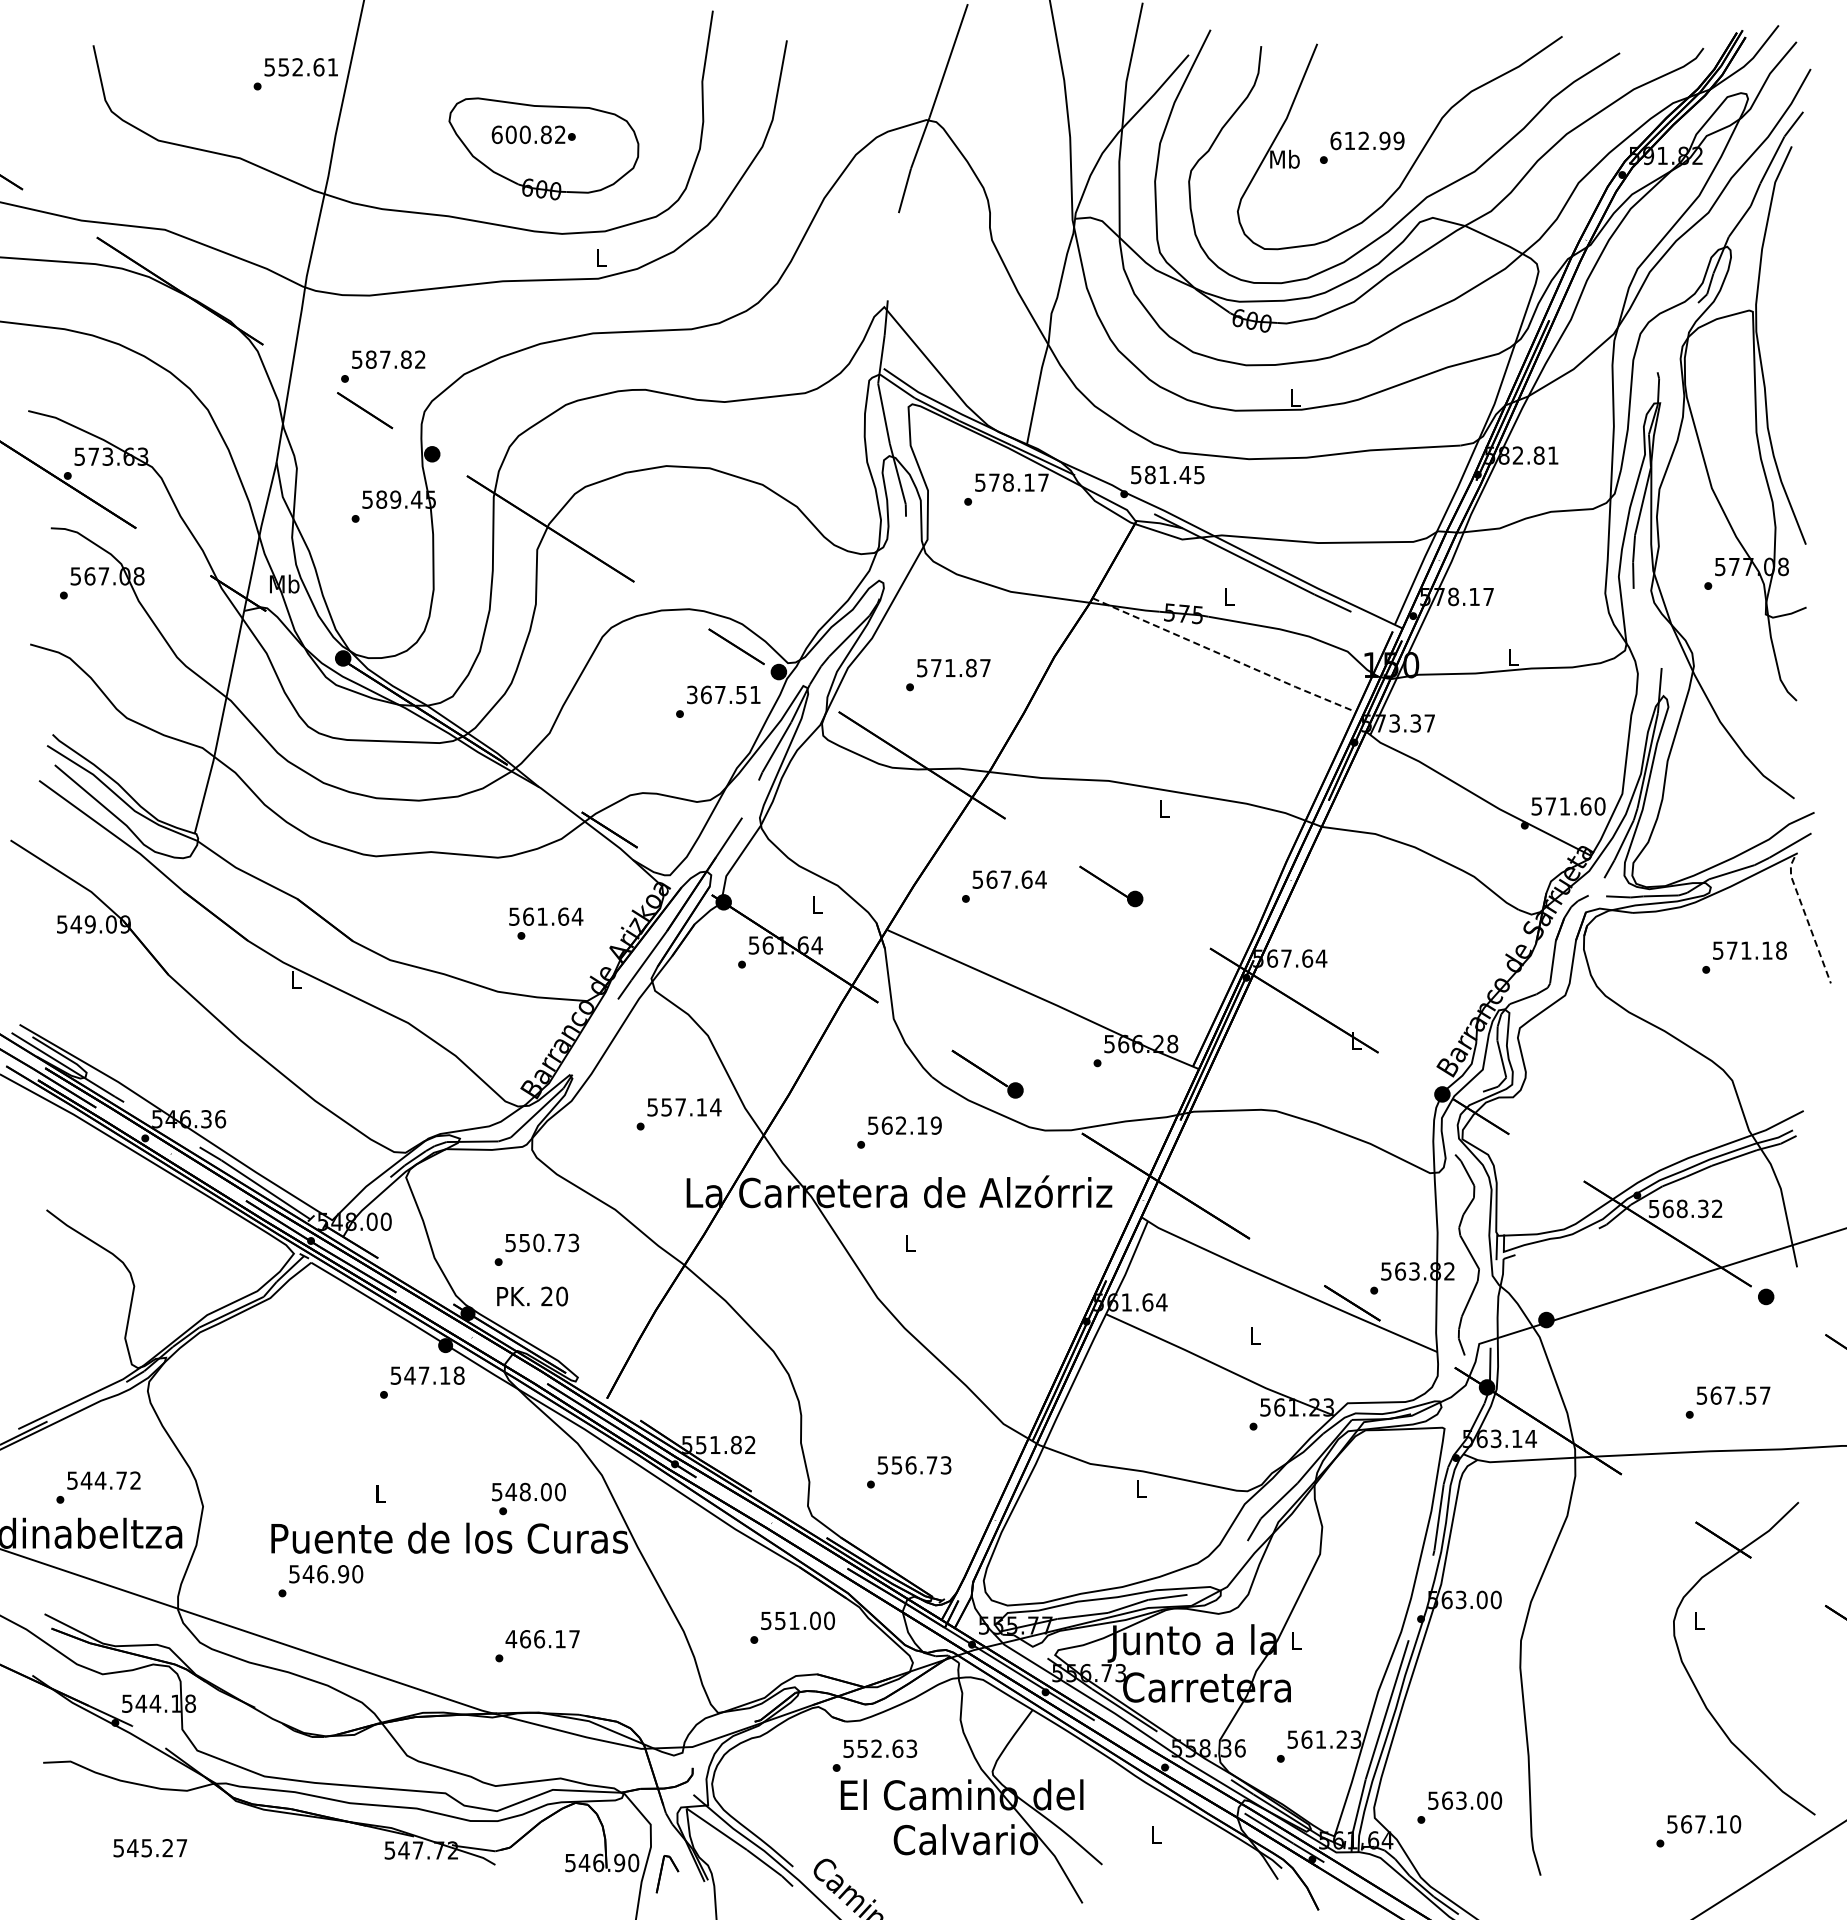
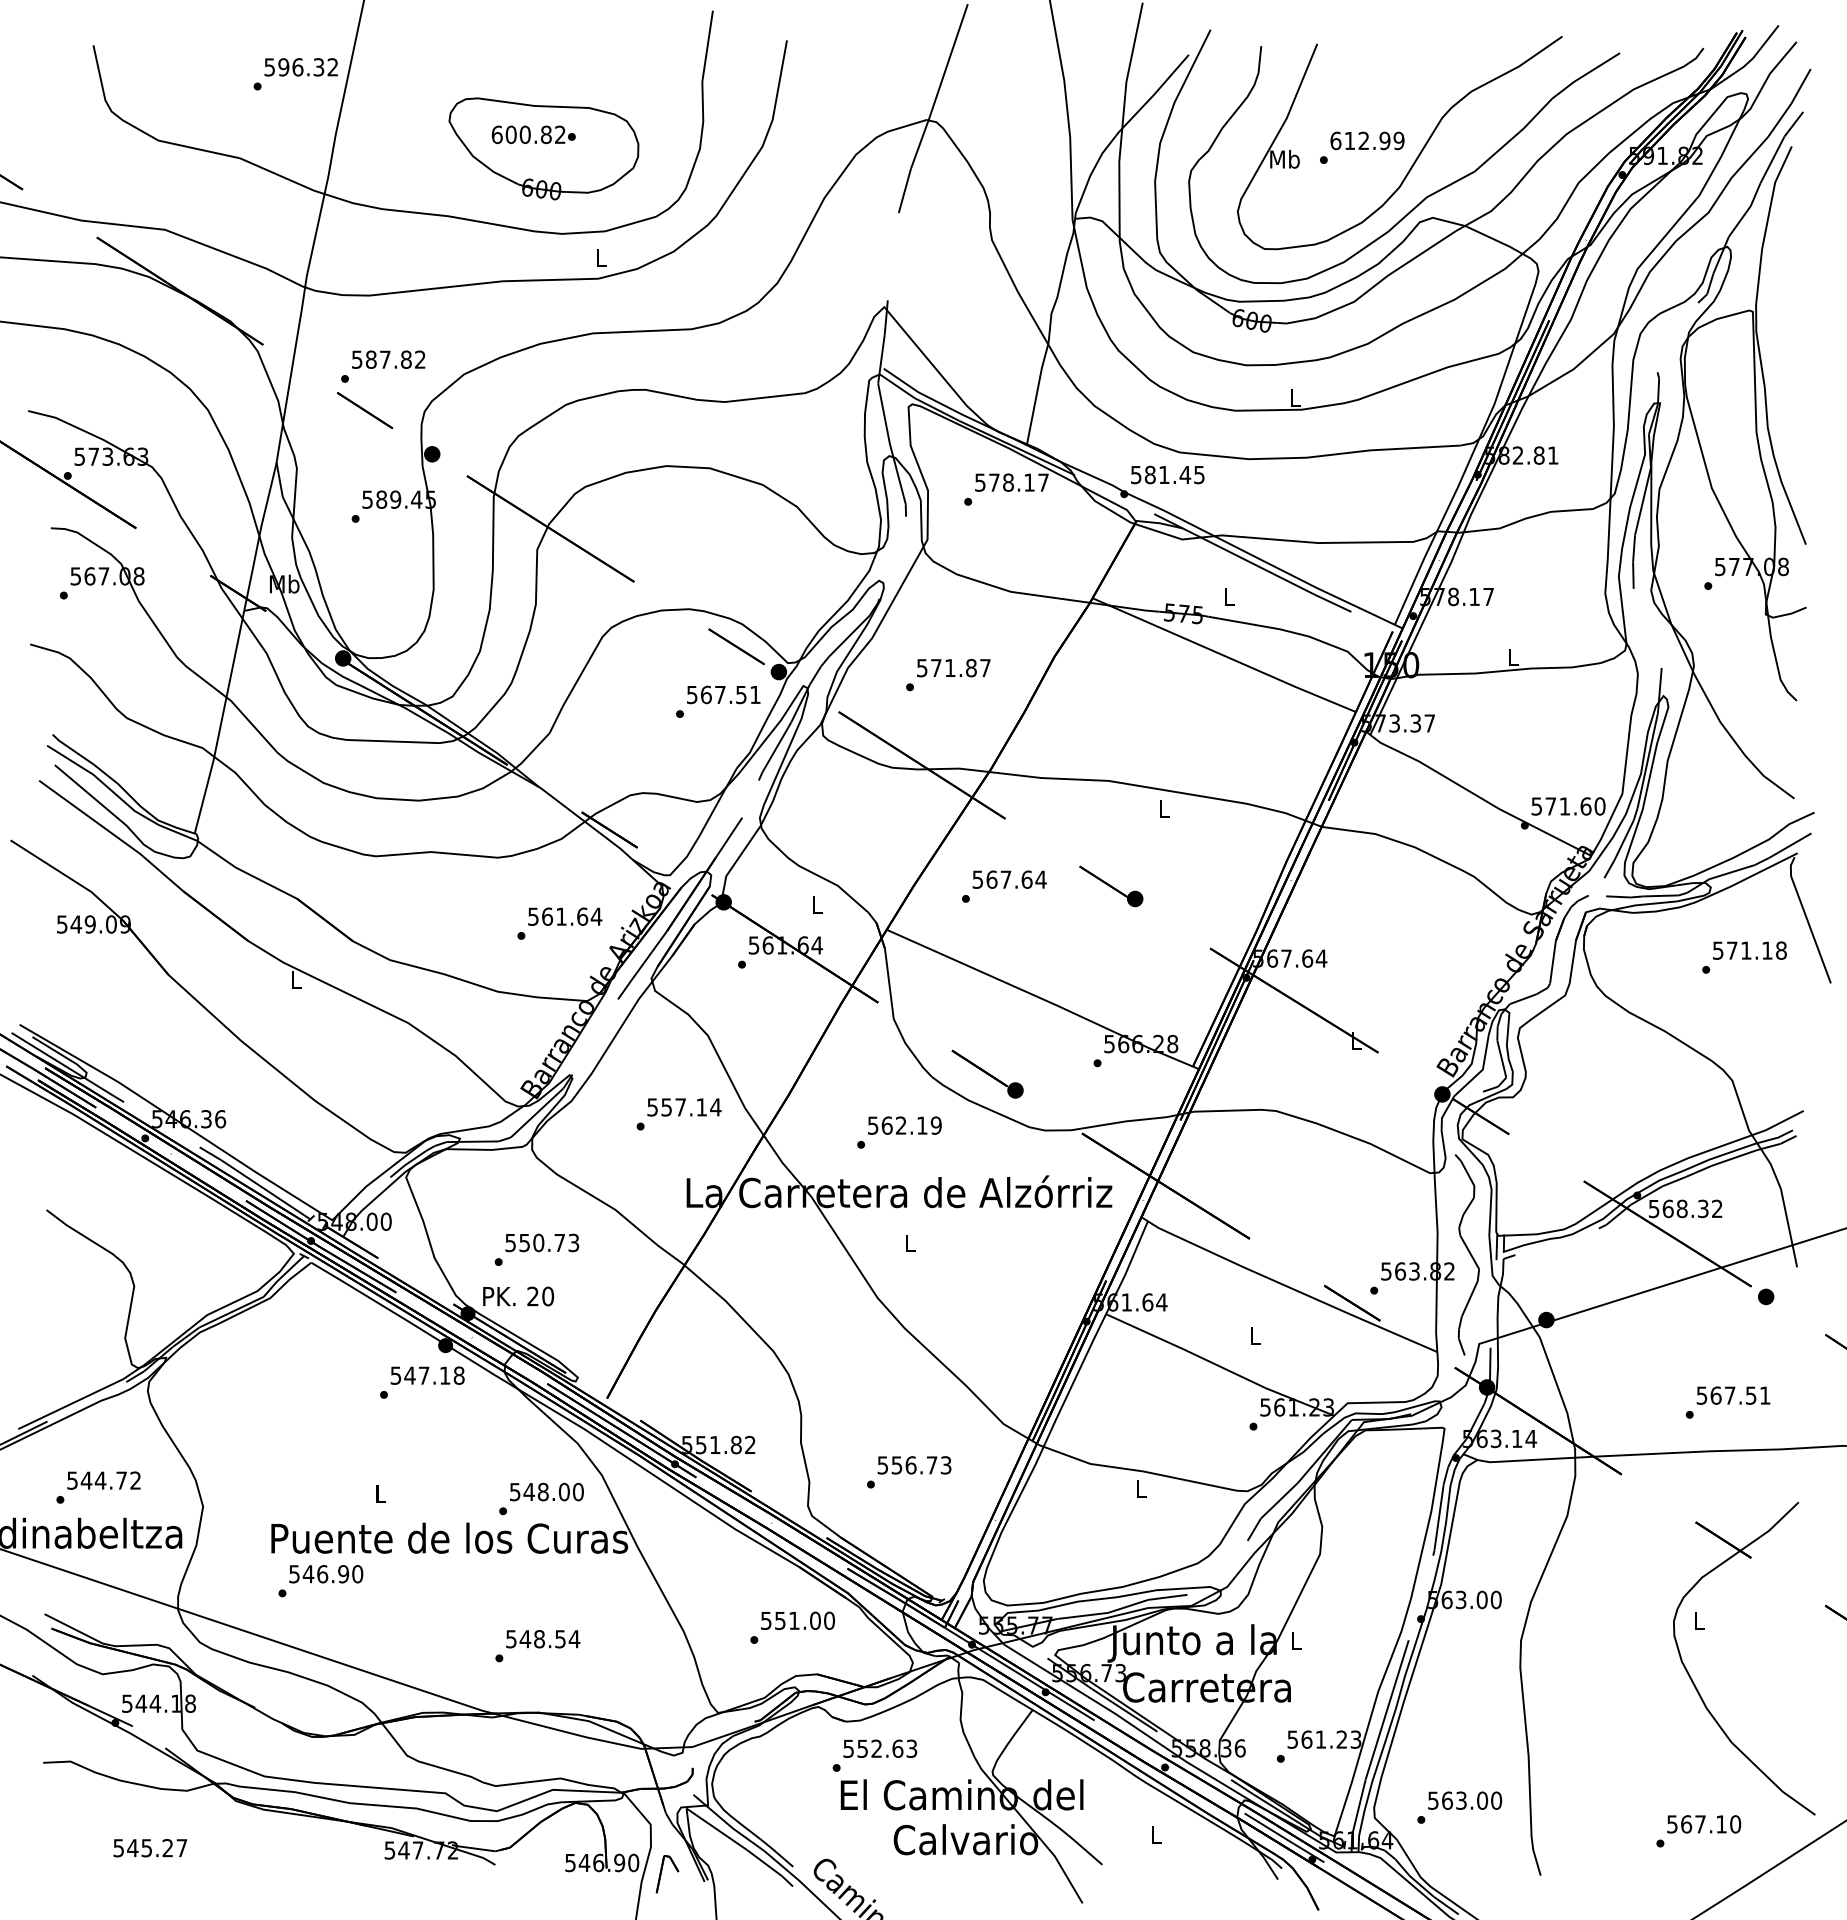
text at (307, 67): 552.61 -> 596.32
line at (1225, 656): dashed -> solid
text at (692, 694): 367.51 -> 567.51
text at (546, 916) position: (546, 916) -> (565, 916)
line at (1807, 919): dashed -> solid
text at (532, 1296) position: (532, 1296) -> (518, 1296)
text at (1765, 1395): 567.57 -> 567.51
text at (528, 1491) position: (528, 1491) -> (546, 1491)
text at (542, 1639): 466.17 -> 548.54
